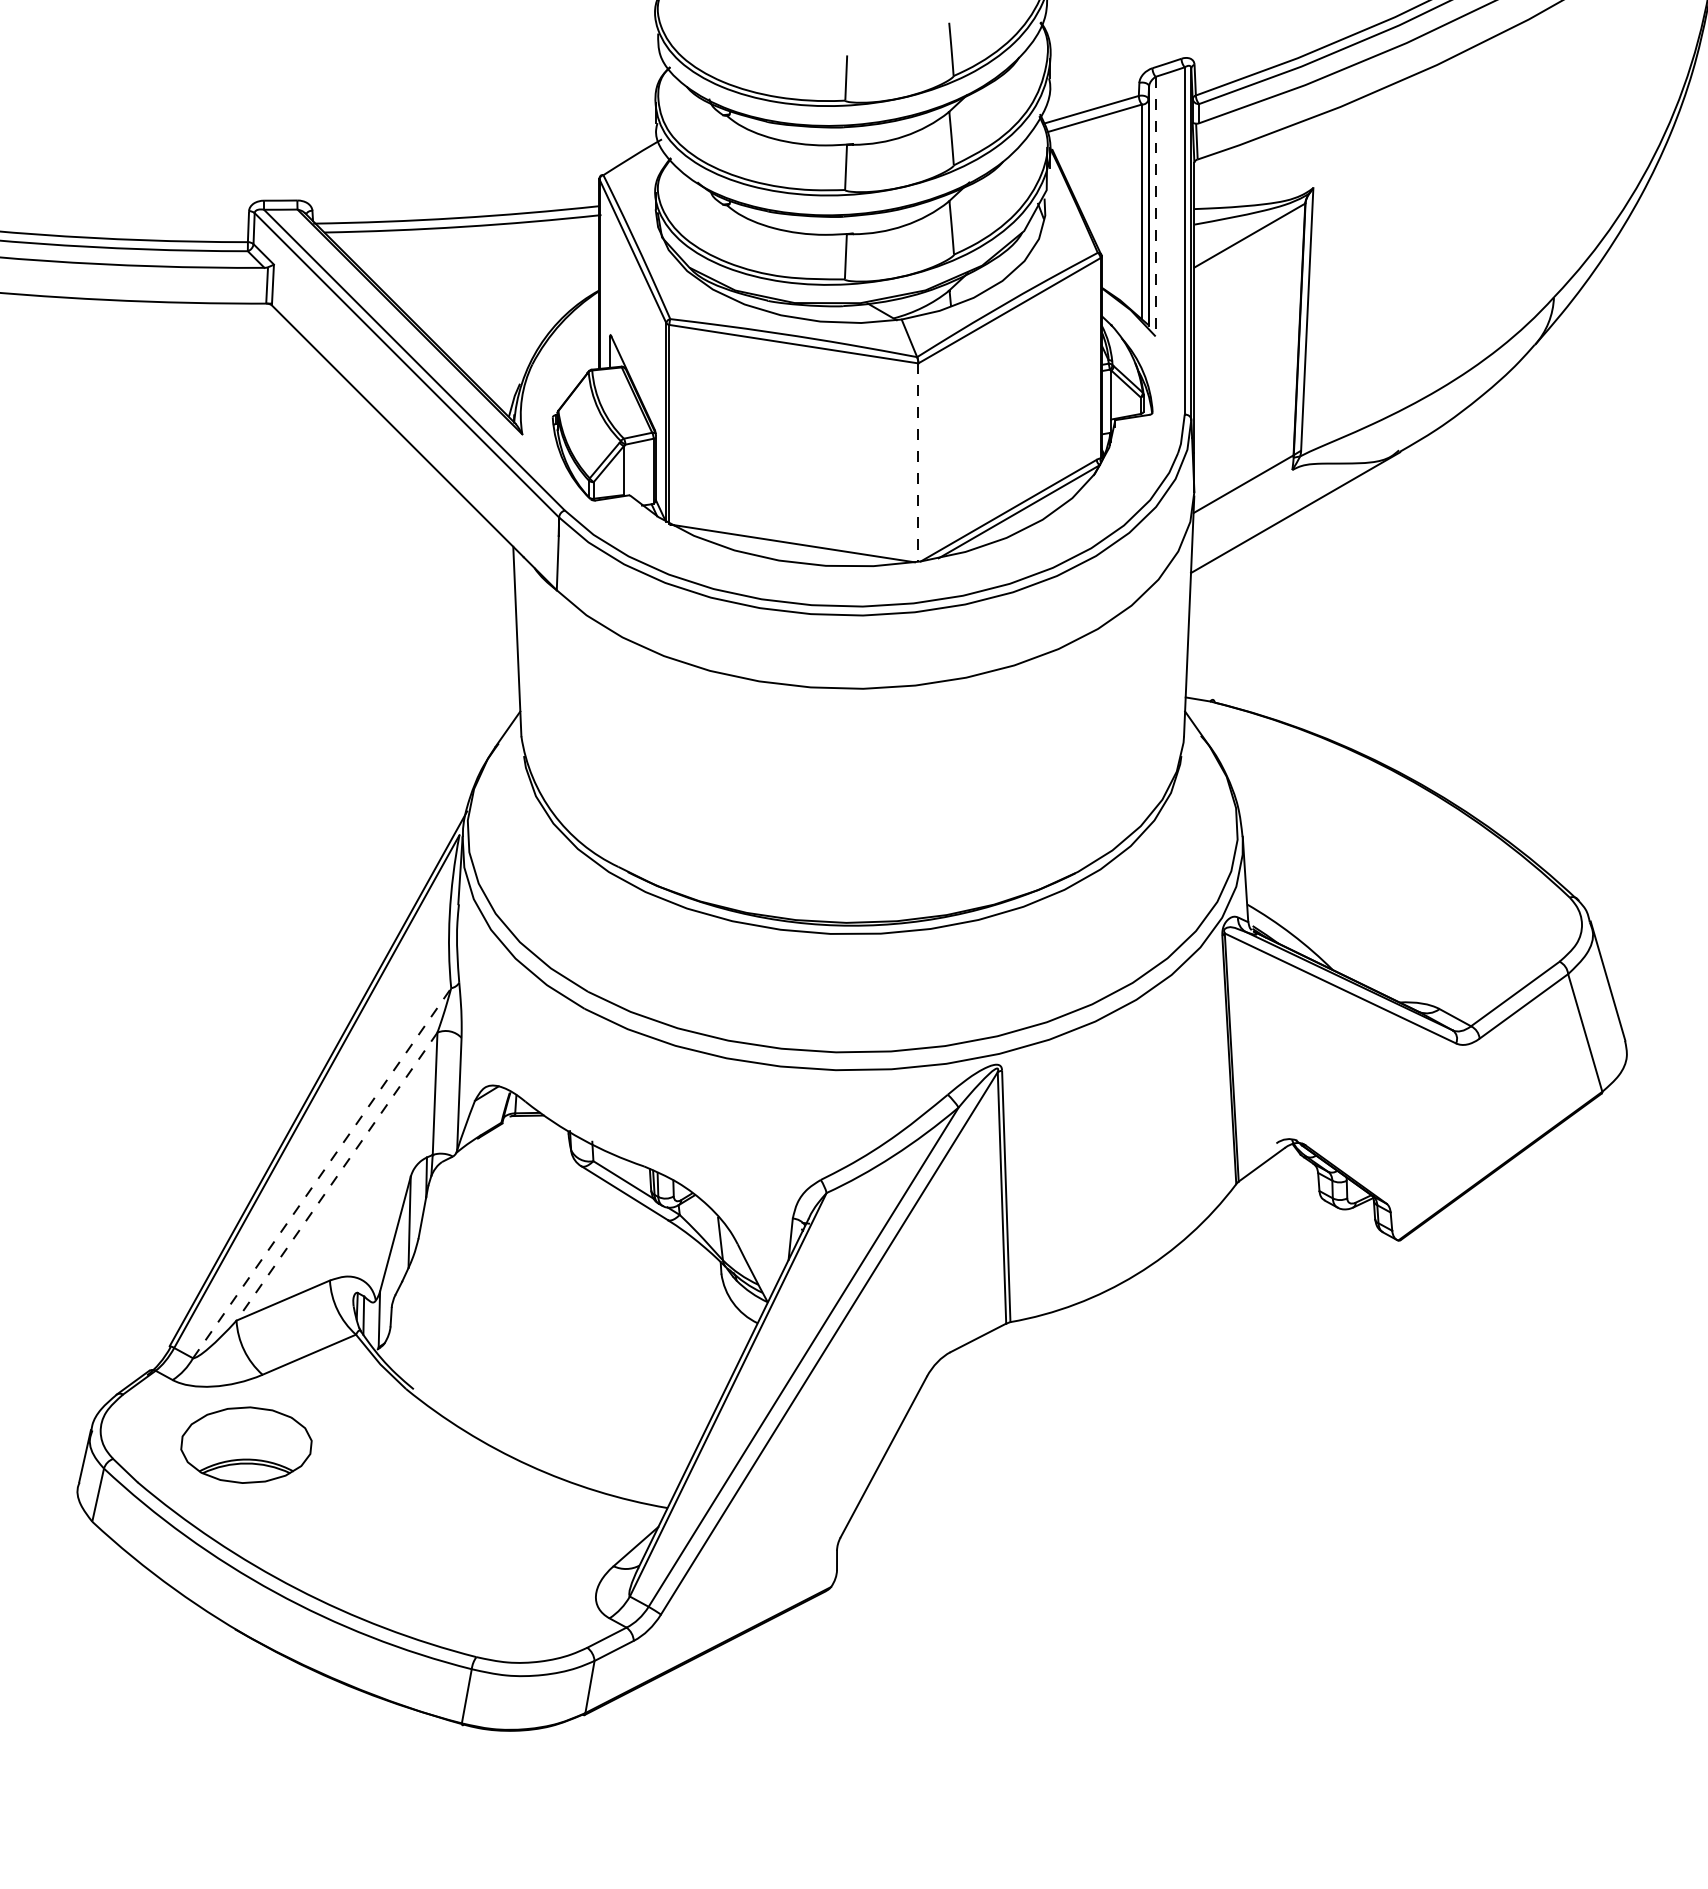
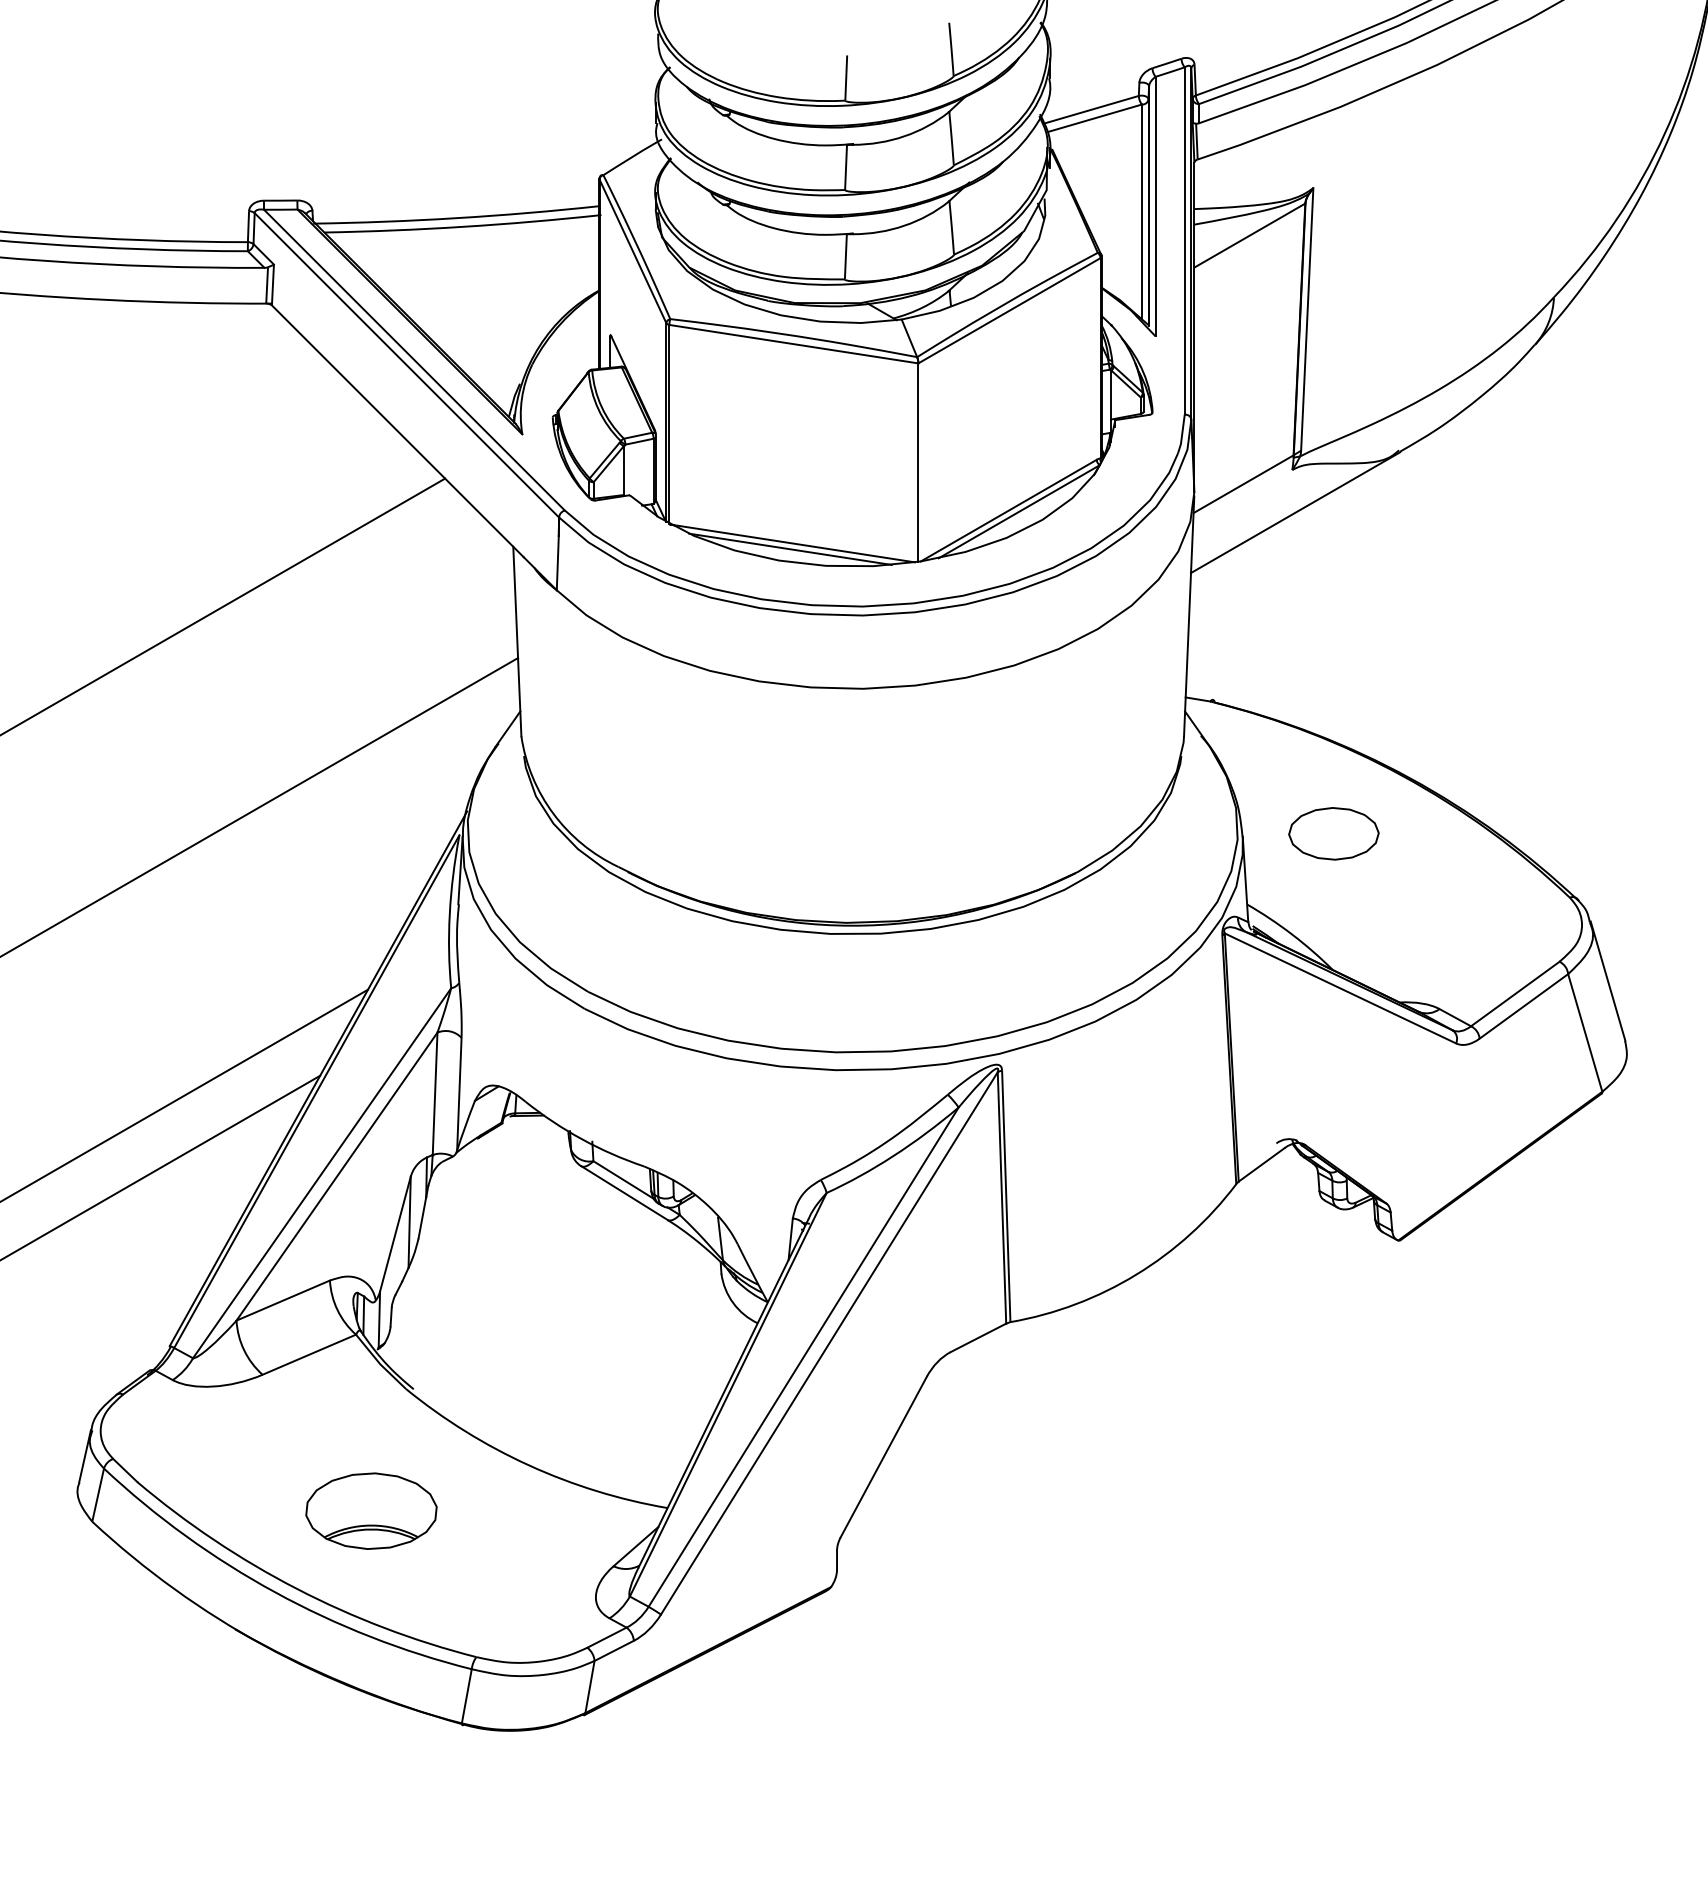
line at (1155, 206): dashed -> solid
line at (918, 463): dashed -> solid
line at (790, 548): none -> present
line at (223, 606): none -> present
line at (260, 806): none -> present
part at (1333, 833): none -> present
line at (185, 1094): none -> present
line at (161, 1167): none -> present
line at (322, 1173): dashed -> solid
line at (337, 1176): dashed -> solid
part at (246, 1444) position: (246, 1444) -> (371, 1510)
